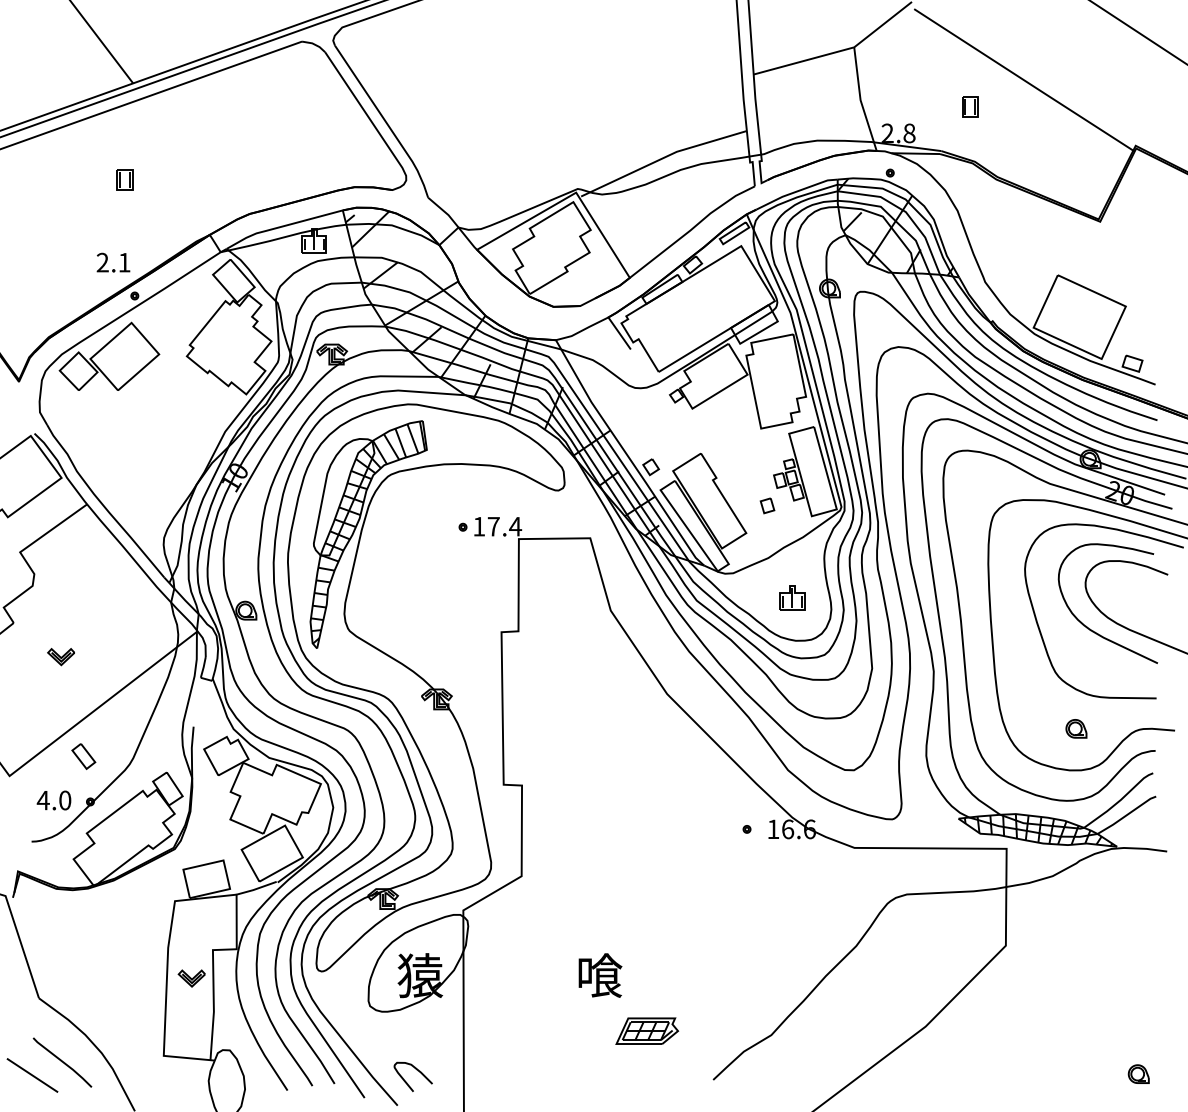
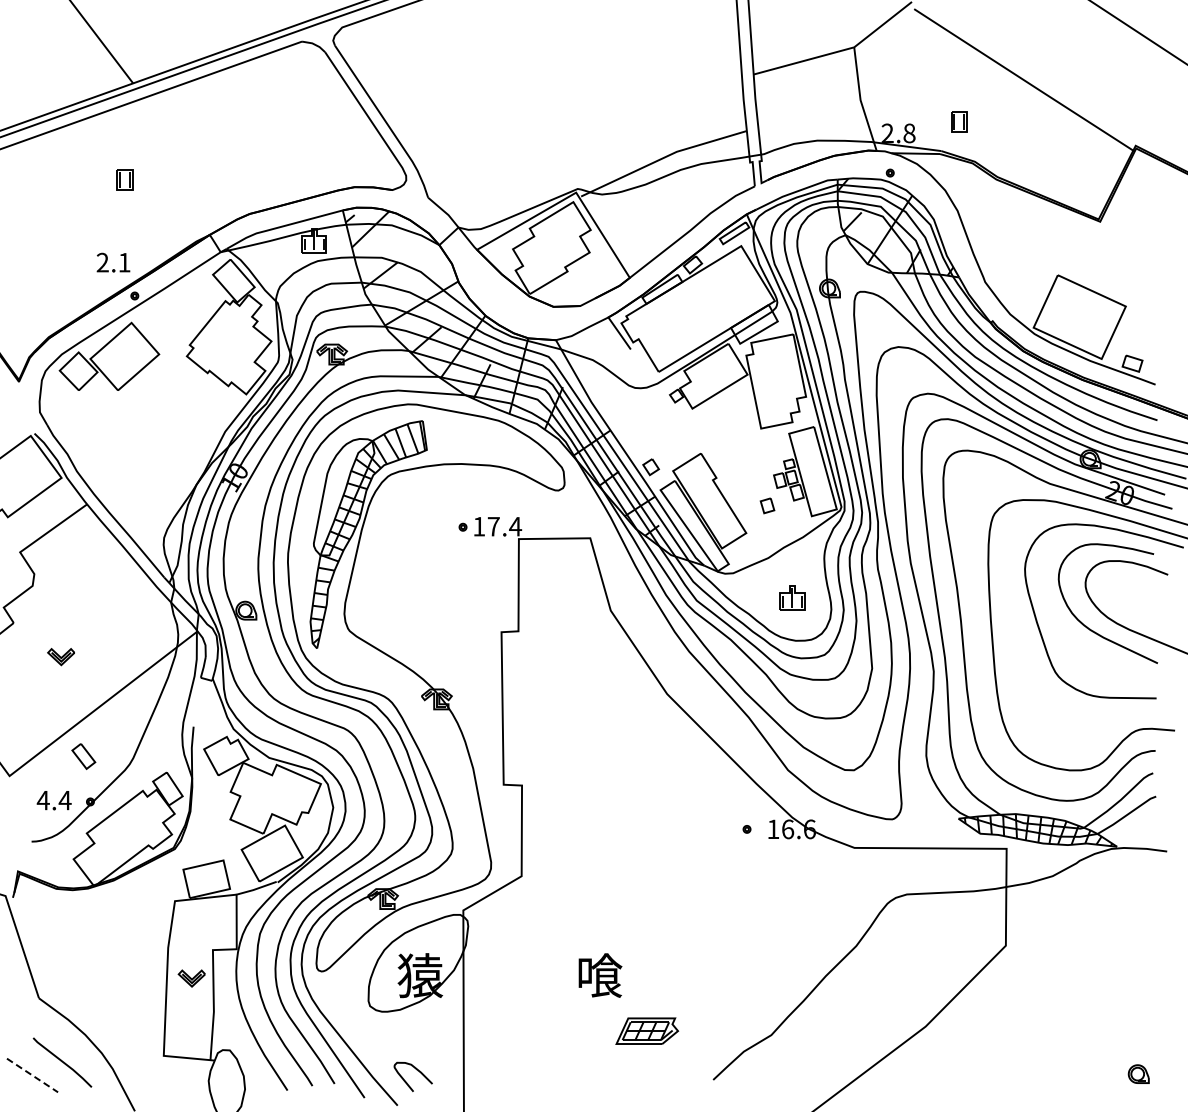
part at (970, 106) position: (970, 106) -> (959, 121)
part at (1076, 728): present -> none
text at (64, 800): 4.0 -> 4.4
line at (32, 1075): solid -> dashed
